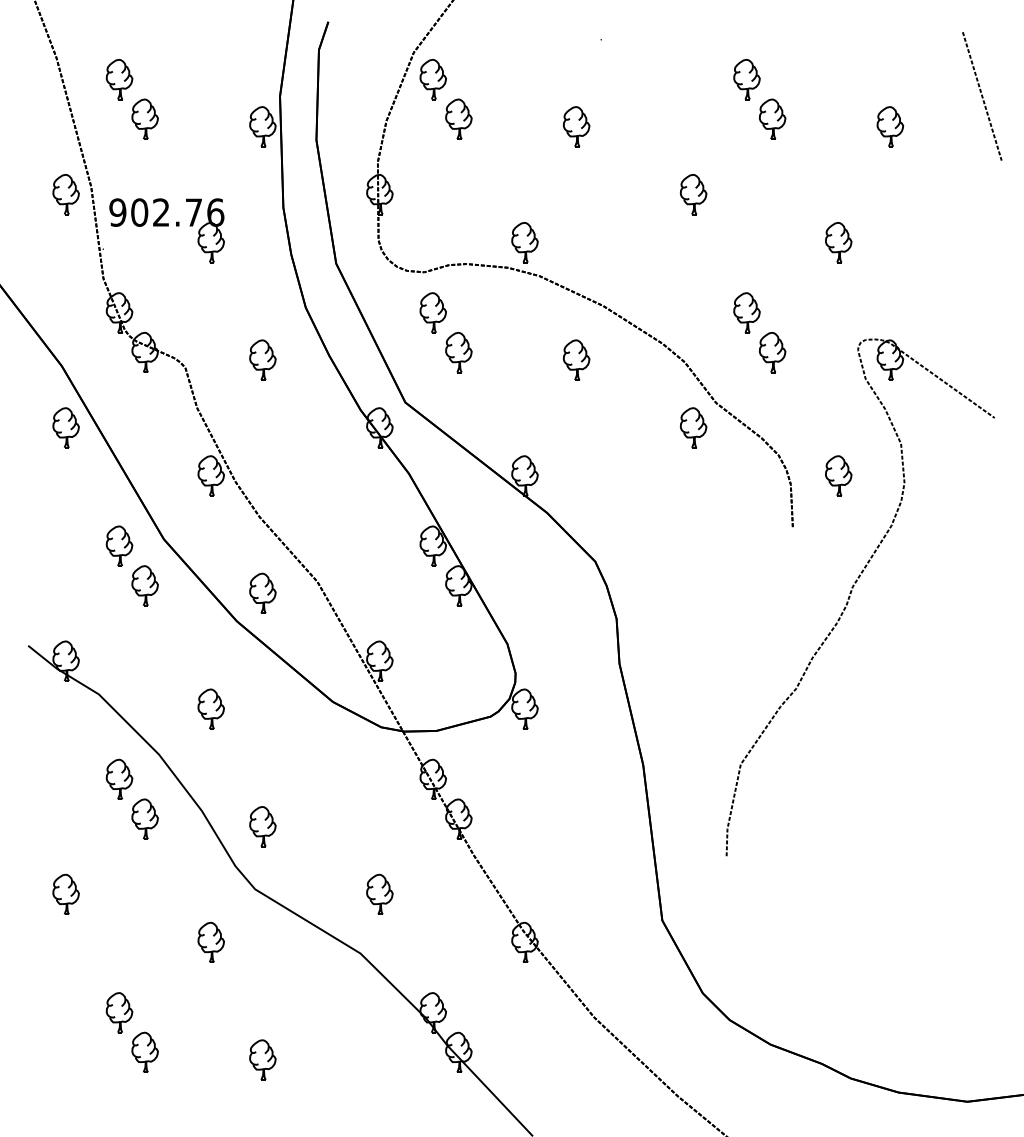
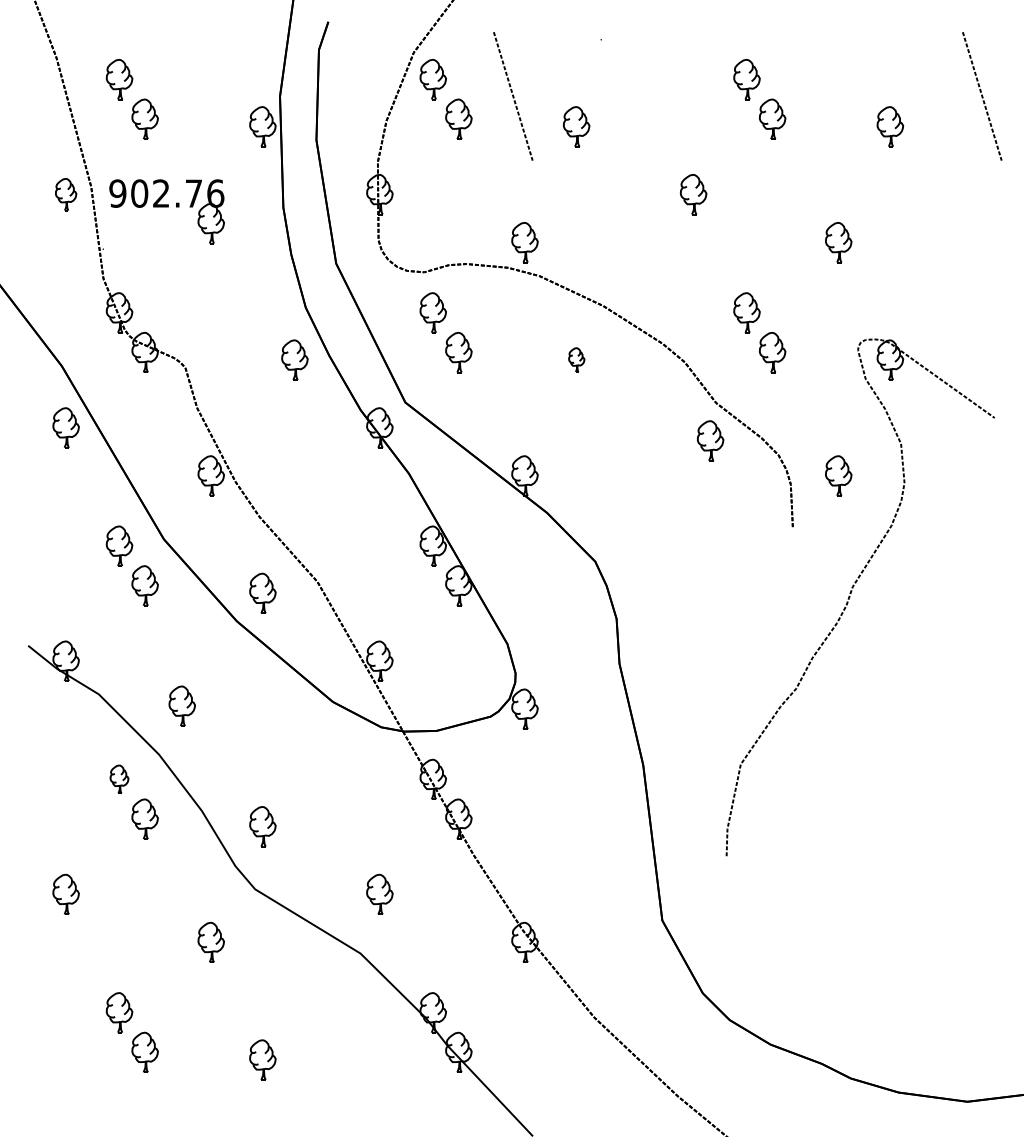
line at (513, 96): none -> present
part at (65, 194) size: 28x42 px -> 23x34 px
part at (166, 230) position: (166, 230) -> (166, 211)
part at (262, 359) position: (262, 359) -> (294, 359)
part at (576, 359) size: 28x42 px -> 18x26 px
part at (693, 427) position: (693, 427) -> (710, 440)
part at (210, 708) position: (210, 708) -> (181, 705)
part at (119, 778) size: 29x42 px -> 21x30 px
